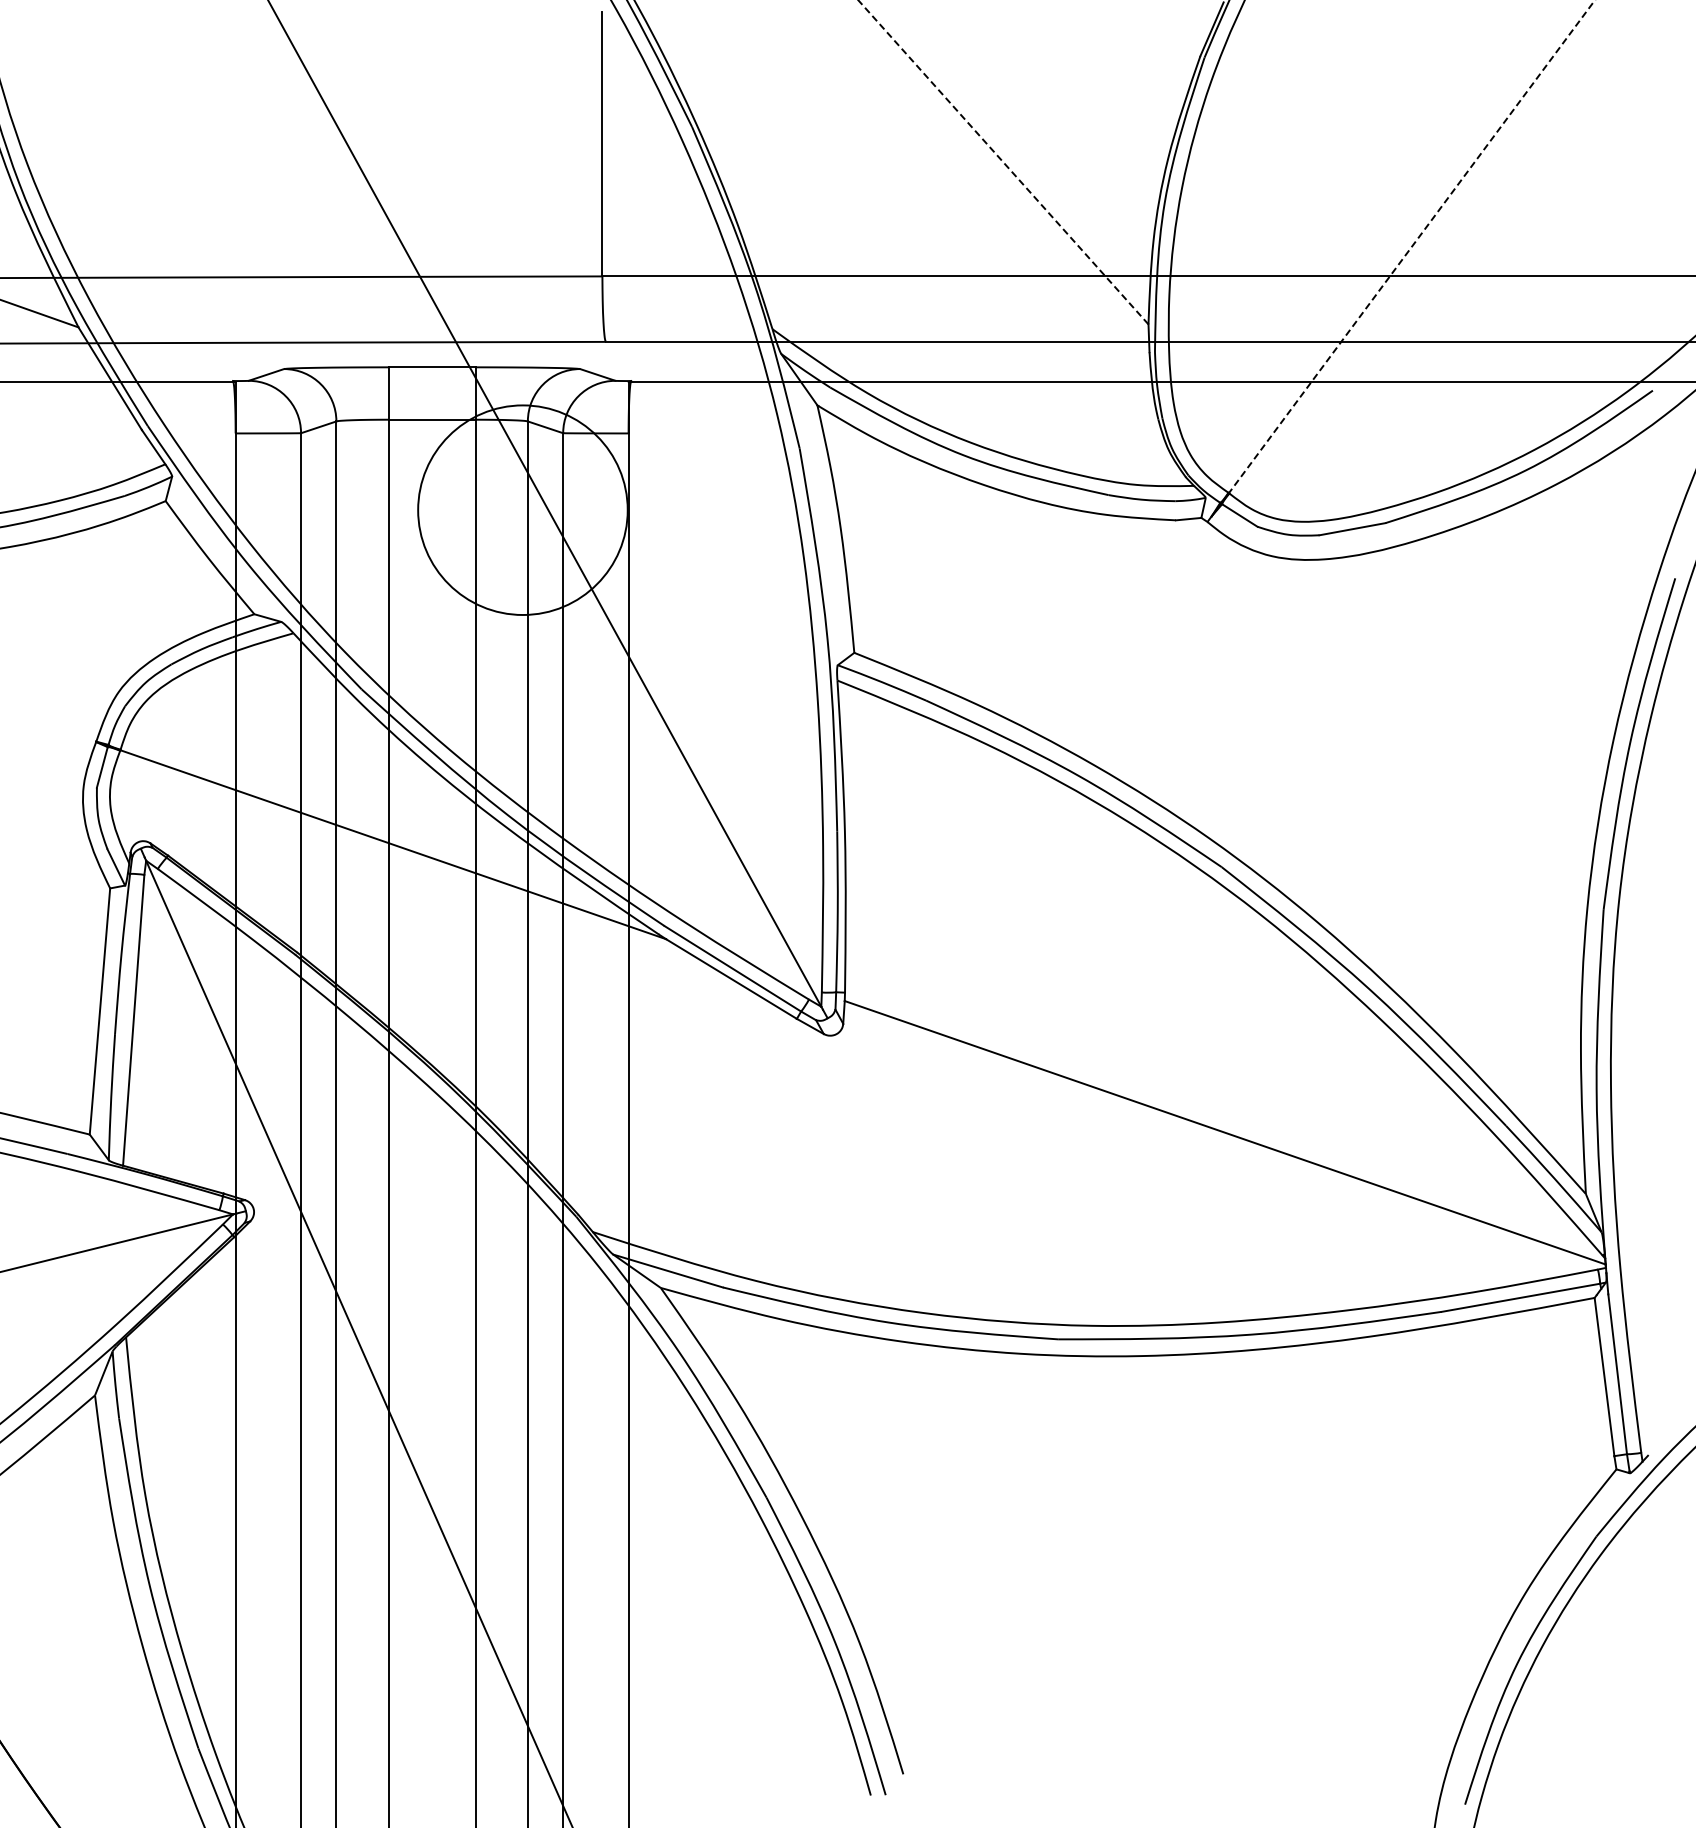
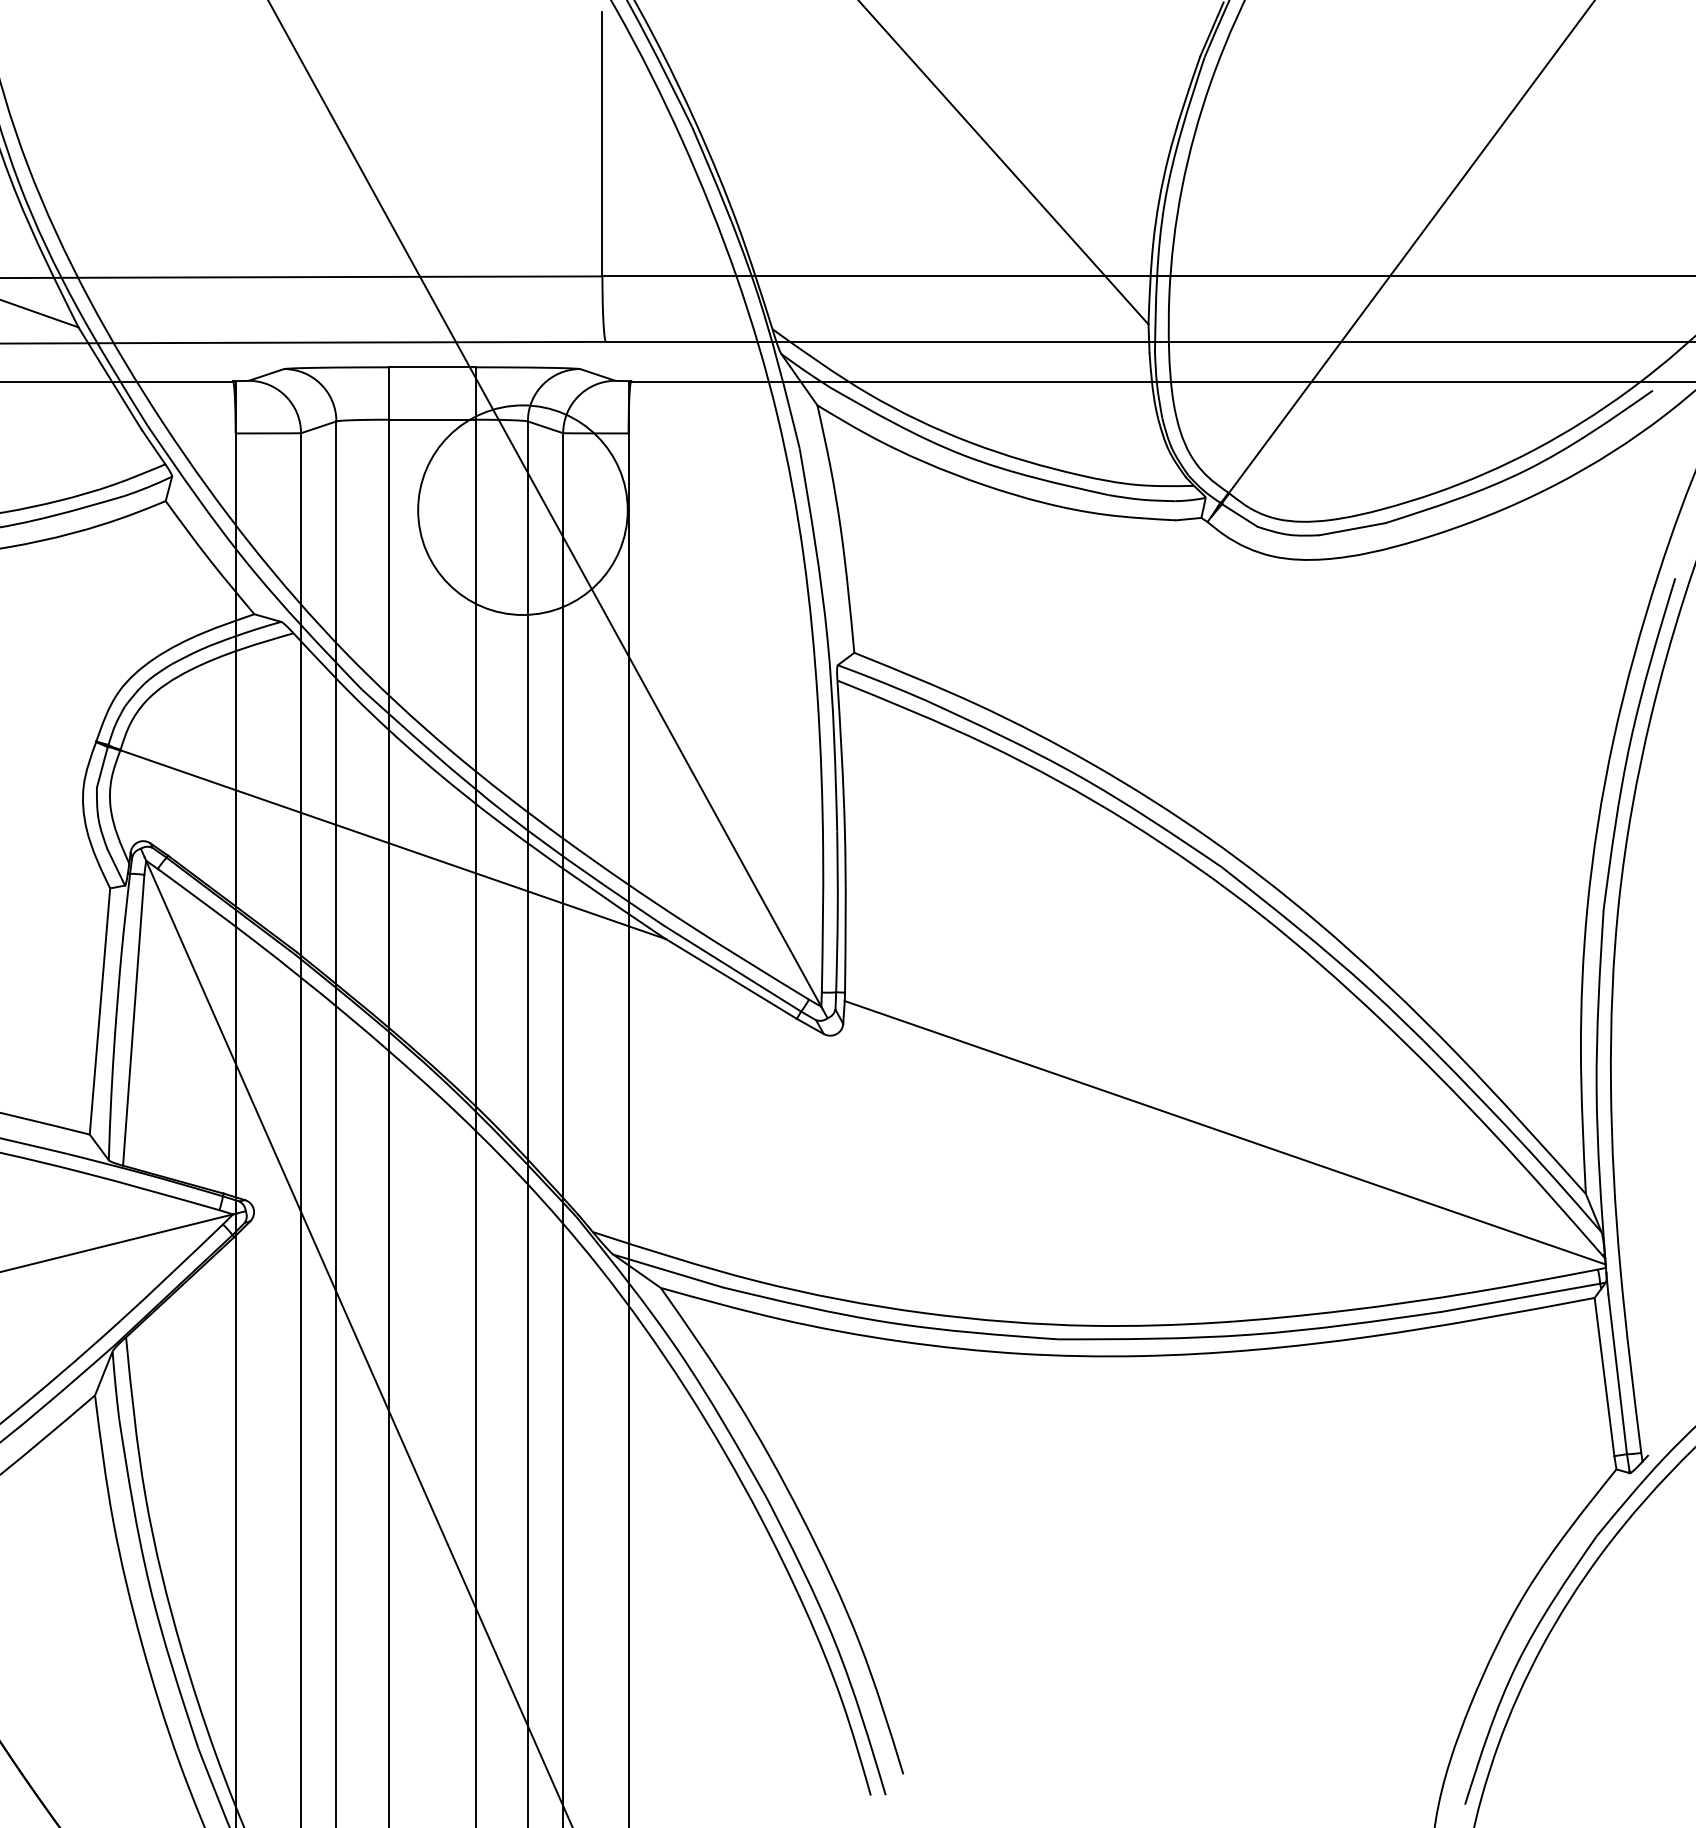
line at (1003, 162): dashed -> solid
line at (1411, 246): dashed -> solid
